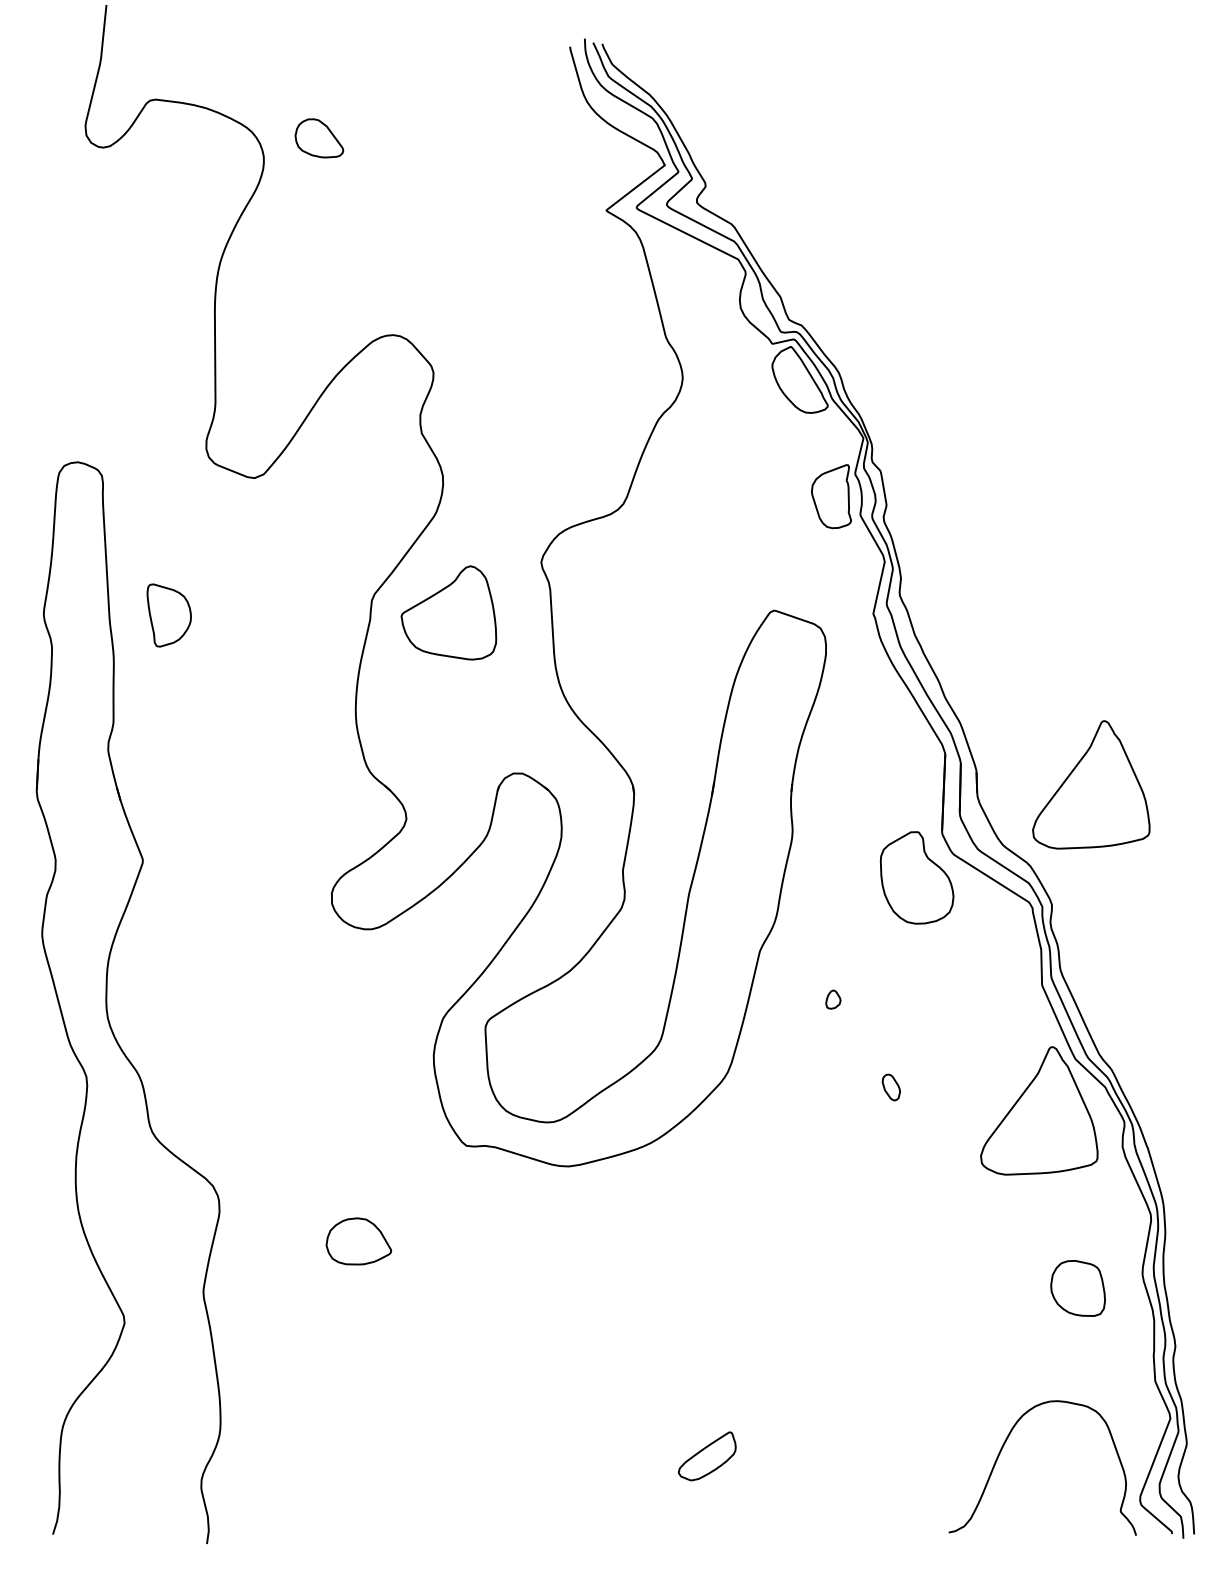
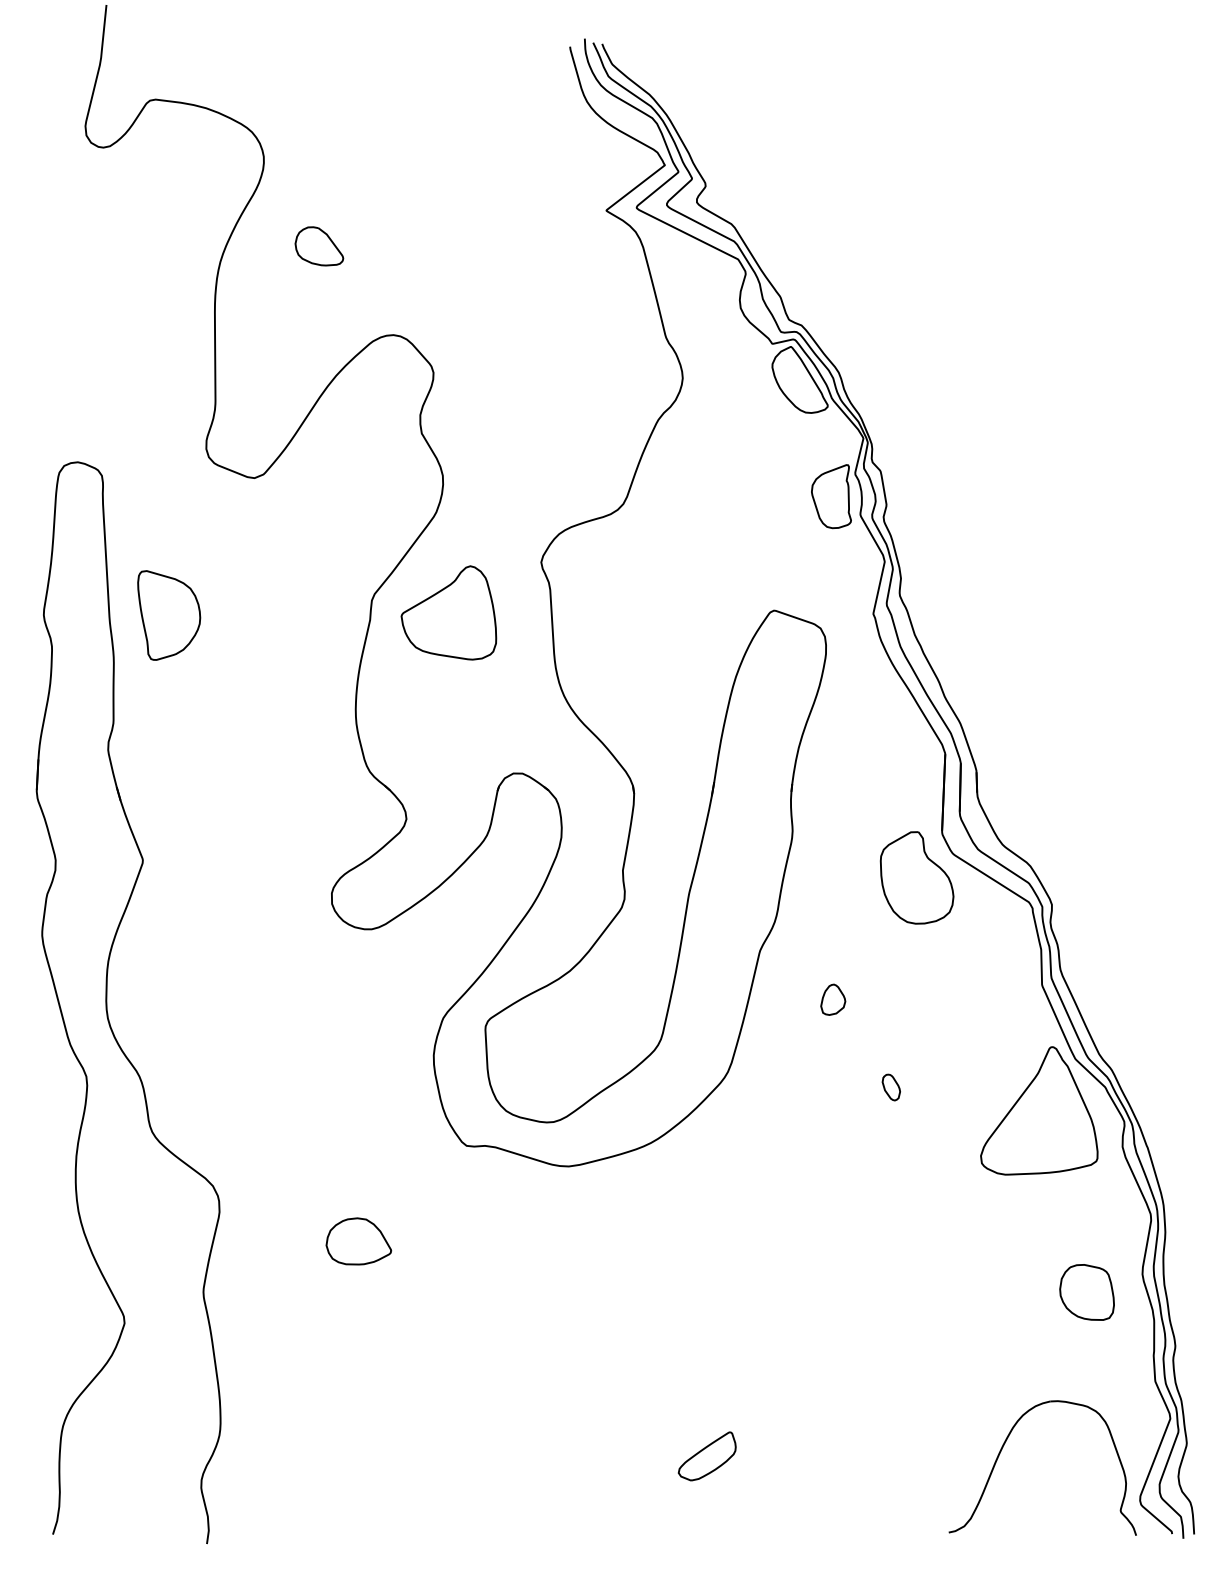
part at (319, 138) position: (319, 138) -> (319, 246)
part at (168, 615) size: 46x65 px -> 65x91 px
part at (1091, 784): present -> none
part at (833, 999) size: 17x21 px -> 27x33 px
part at (1077, 1288) position: (1077, 1288) -> (1086, 1292)
